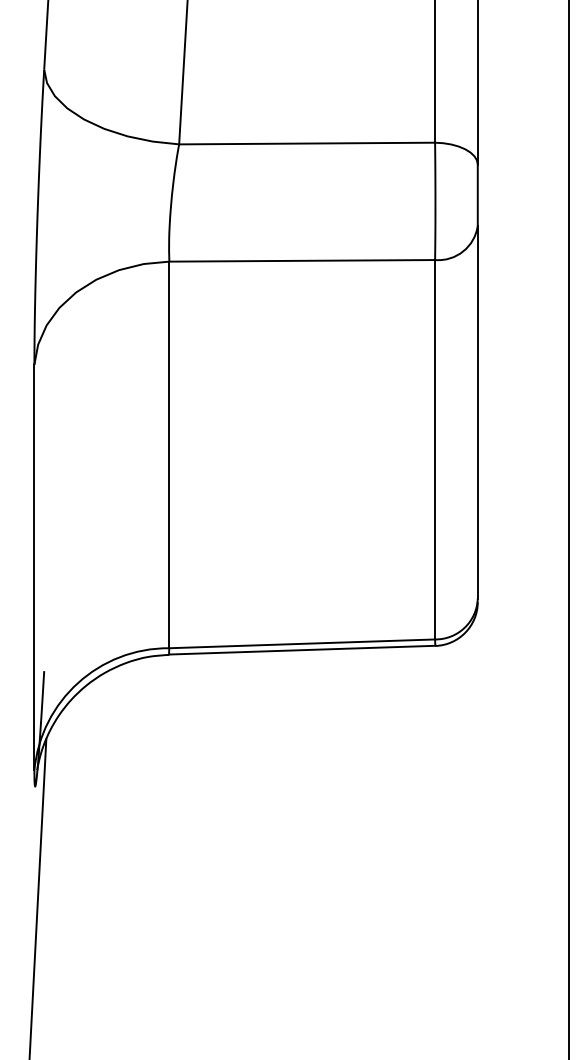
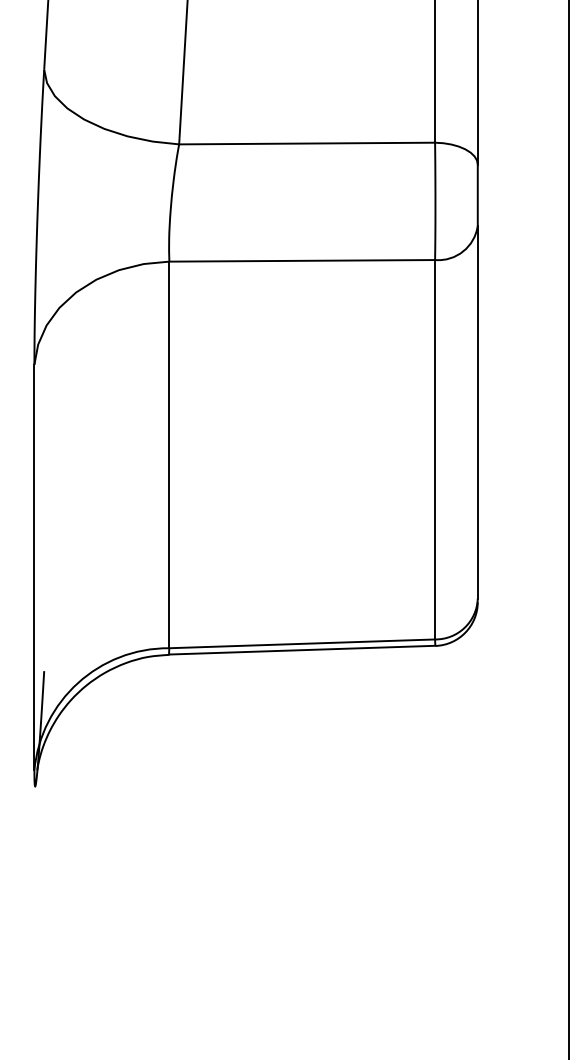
line at (37, 897): present -> none
